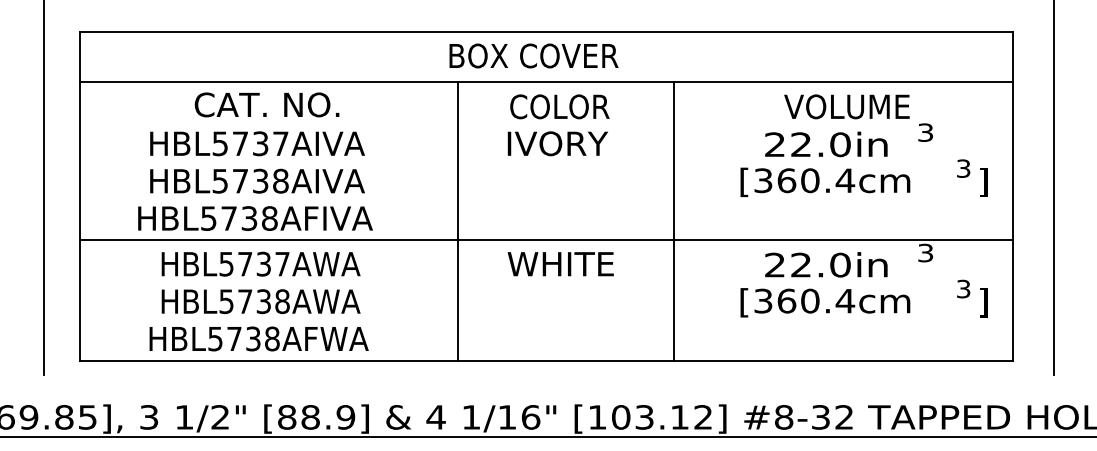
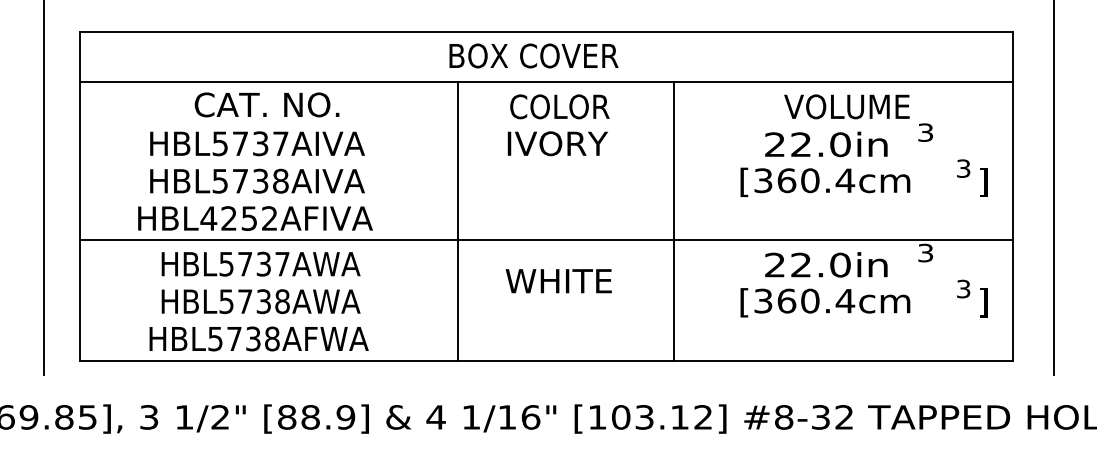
text at (238, 218): HBL5738AFIVA -> HBL4252AFIVA
text at (560, 264) position: (560, 264) -> (558, 281)
line at (547, 437): present -> none
